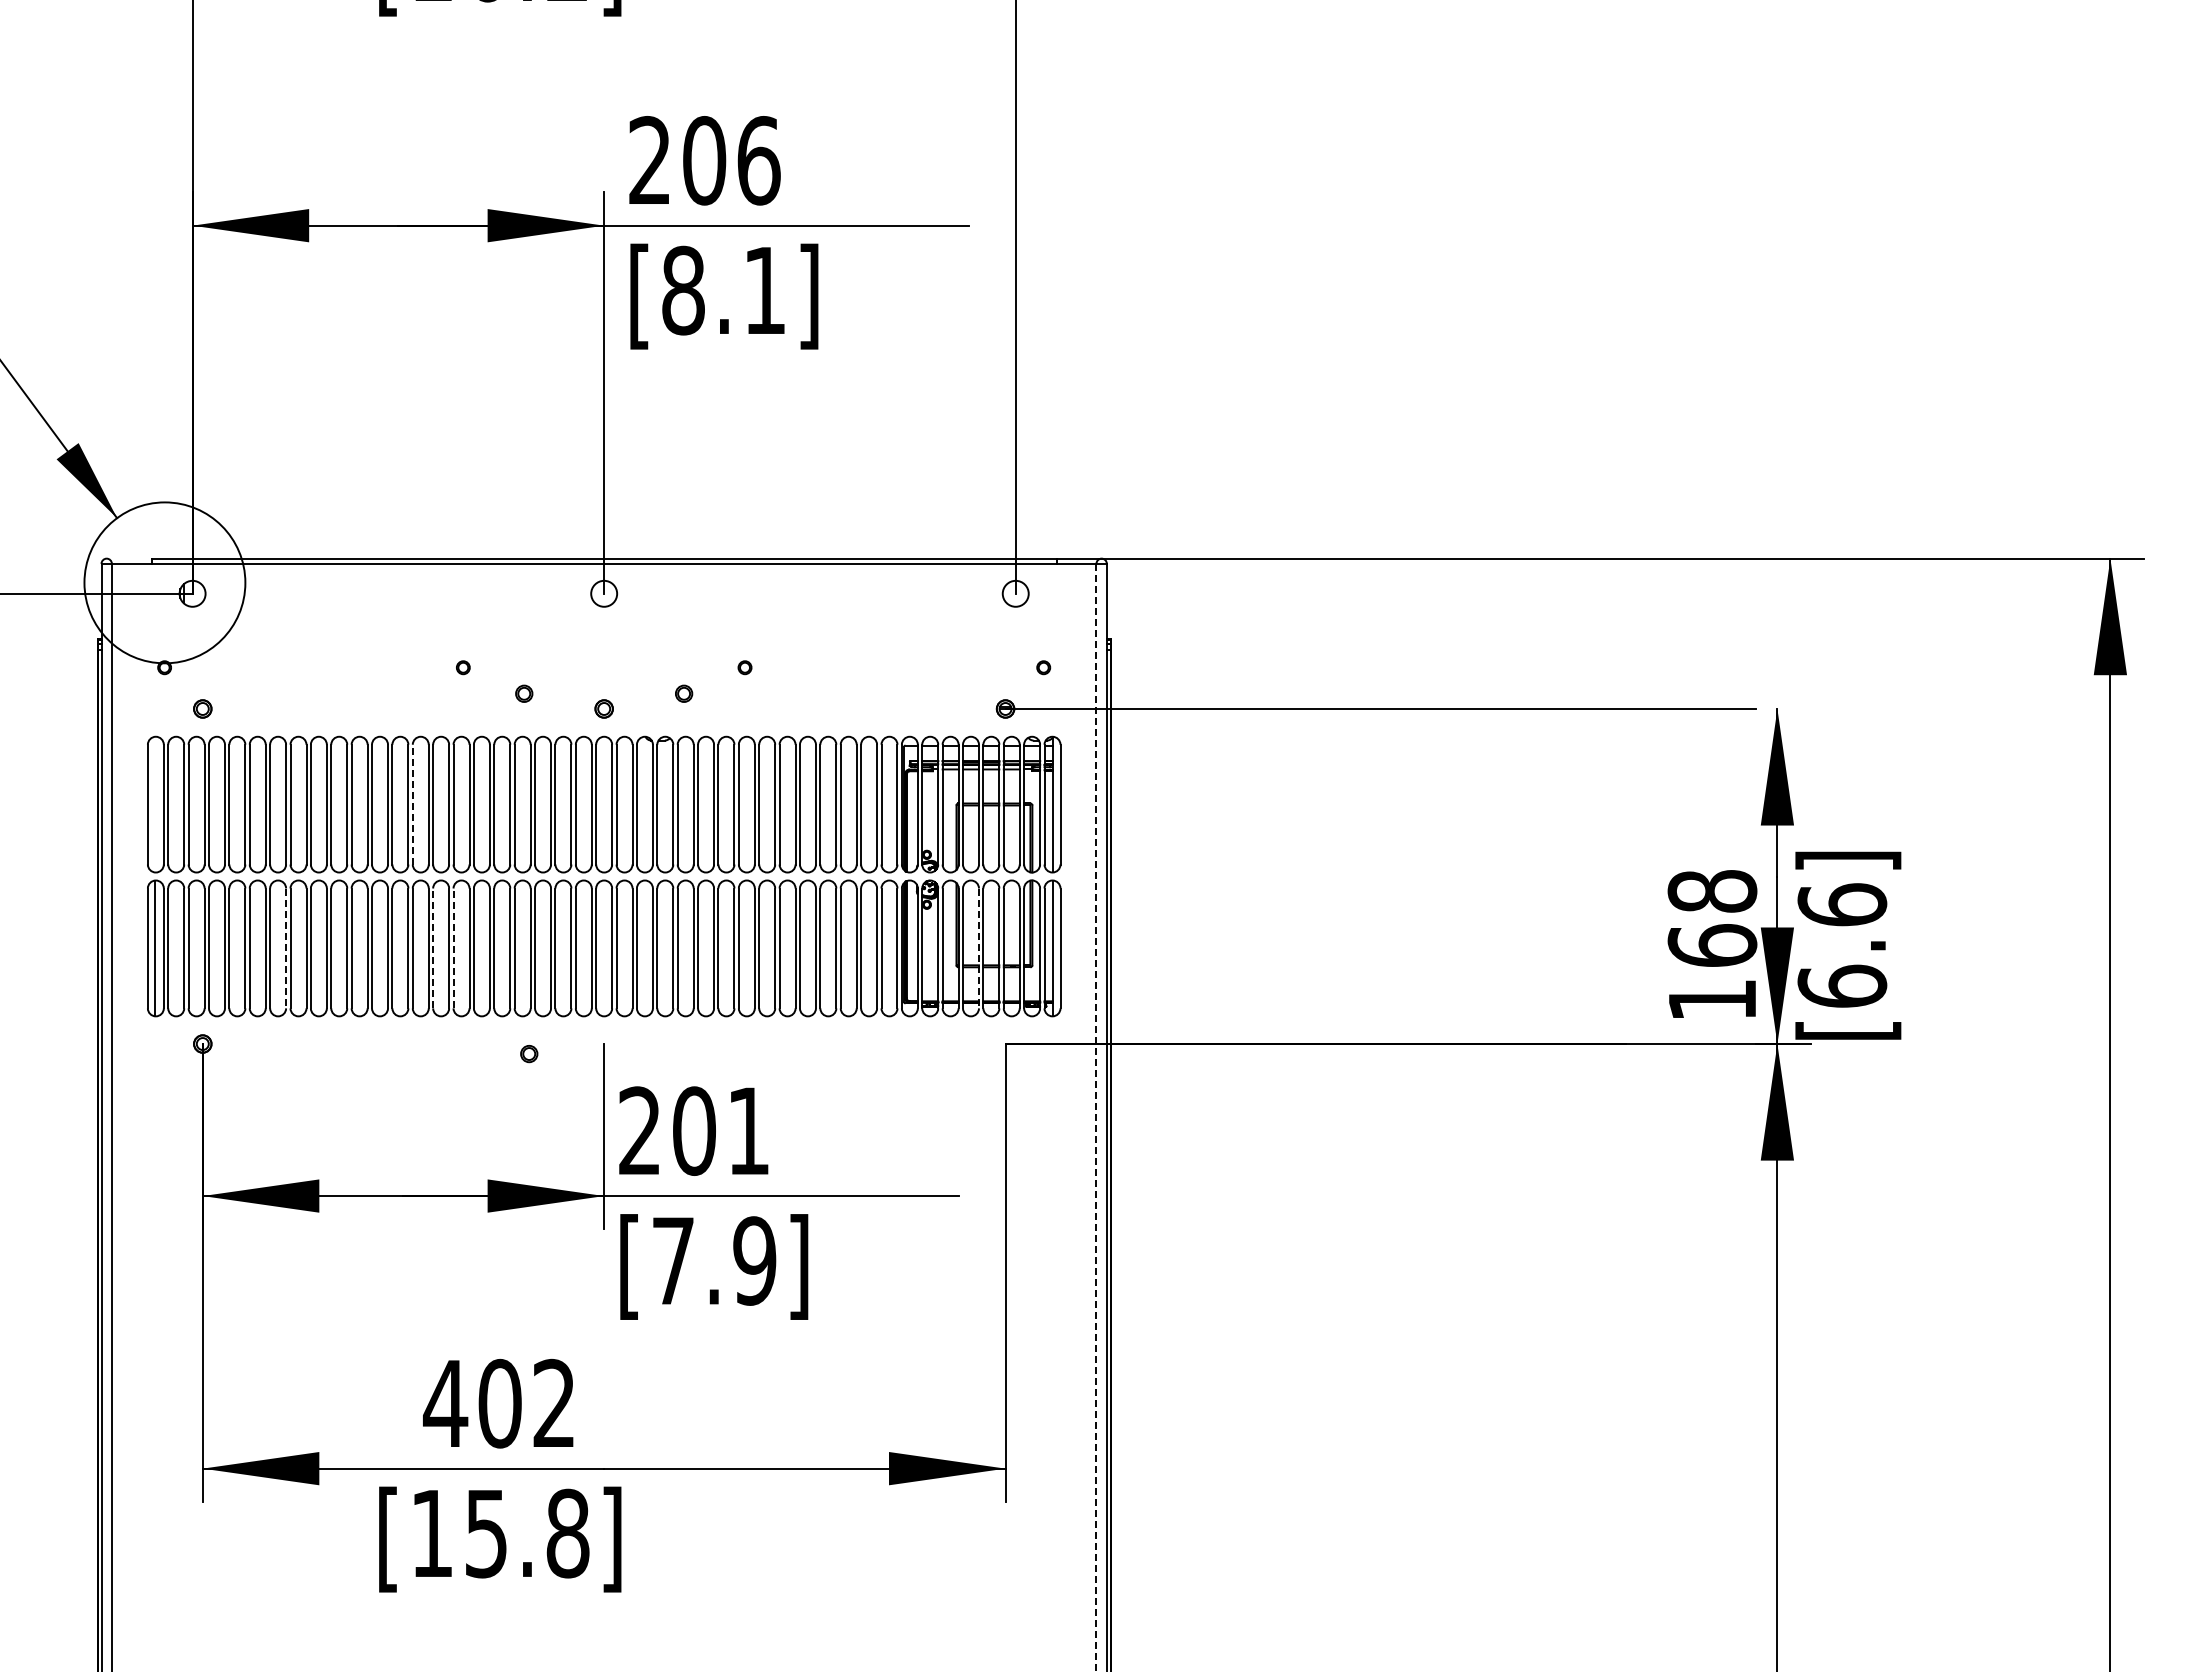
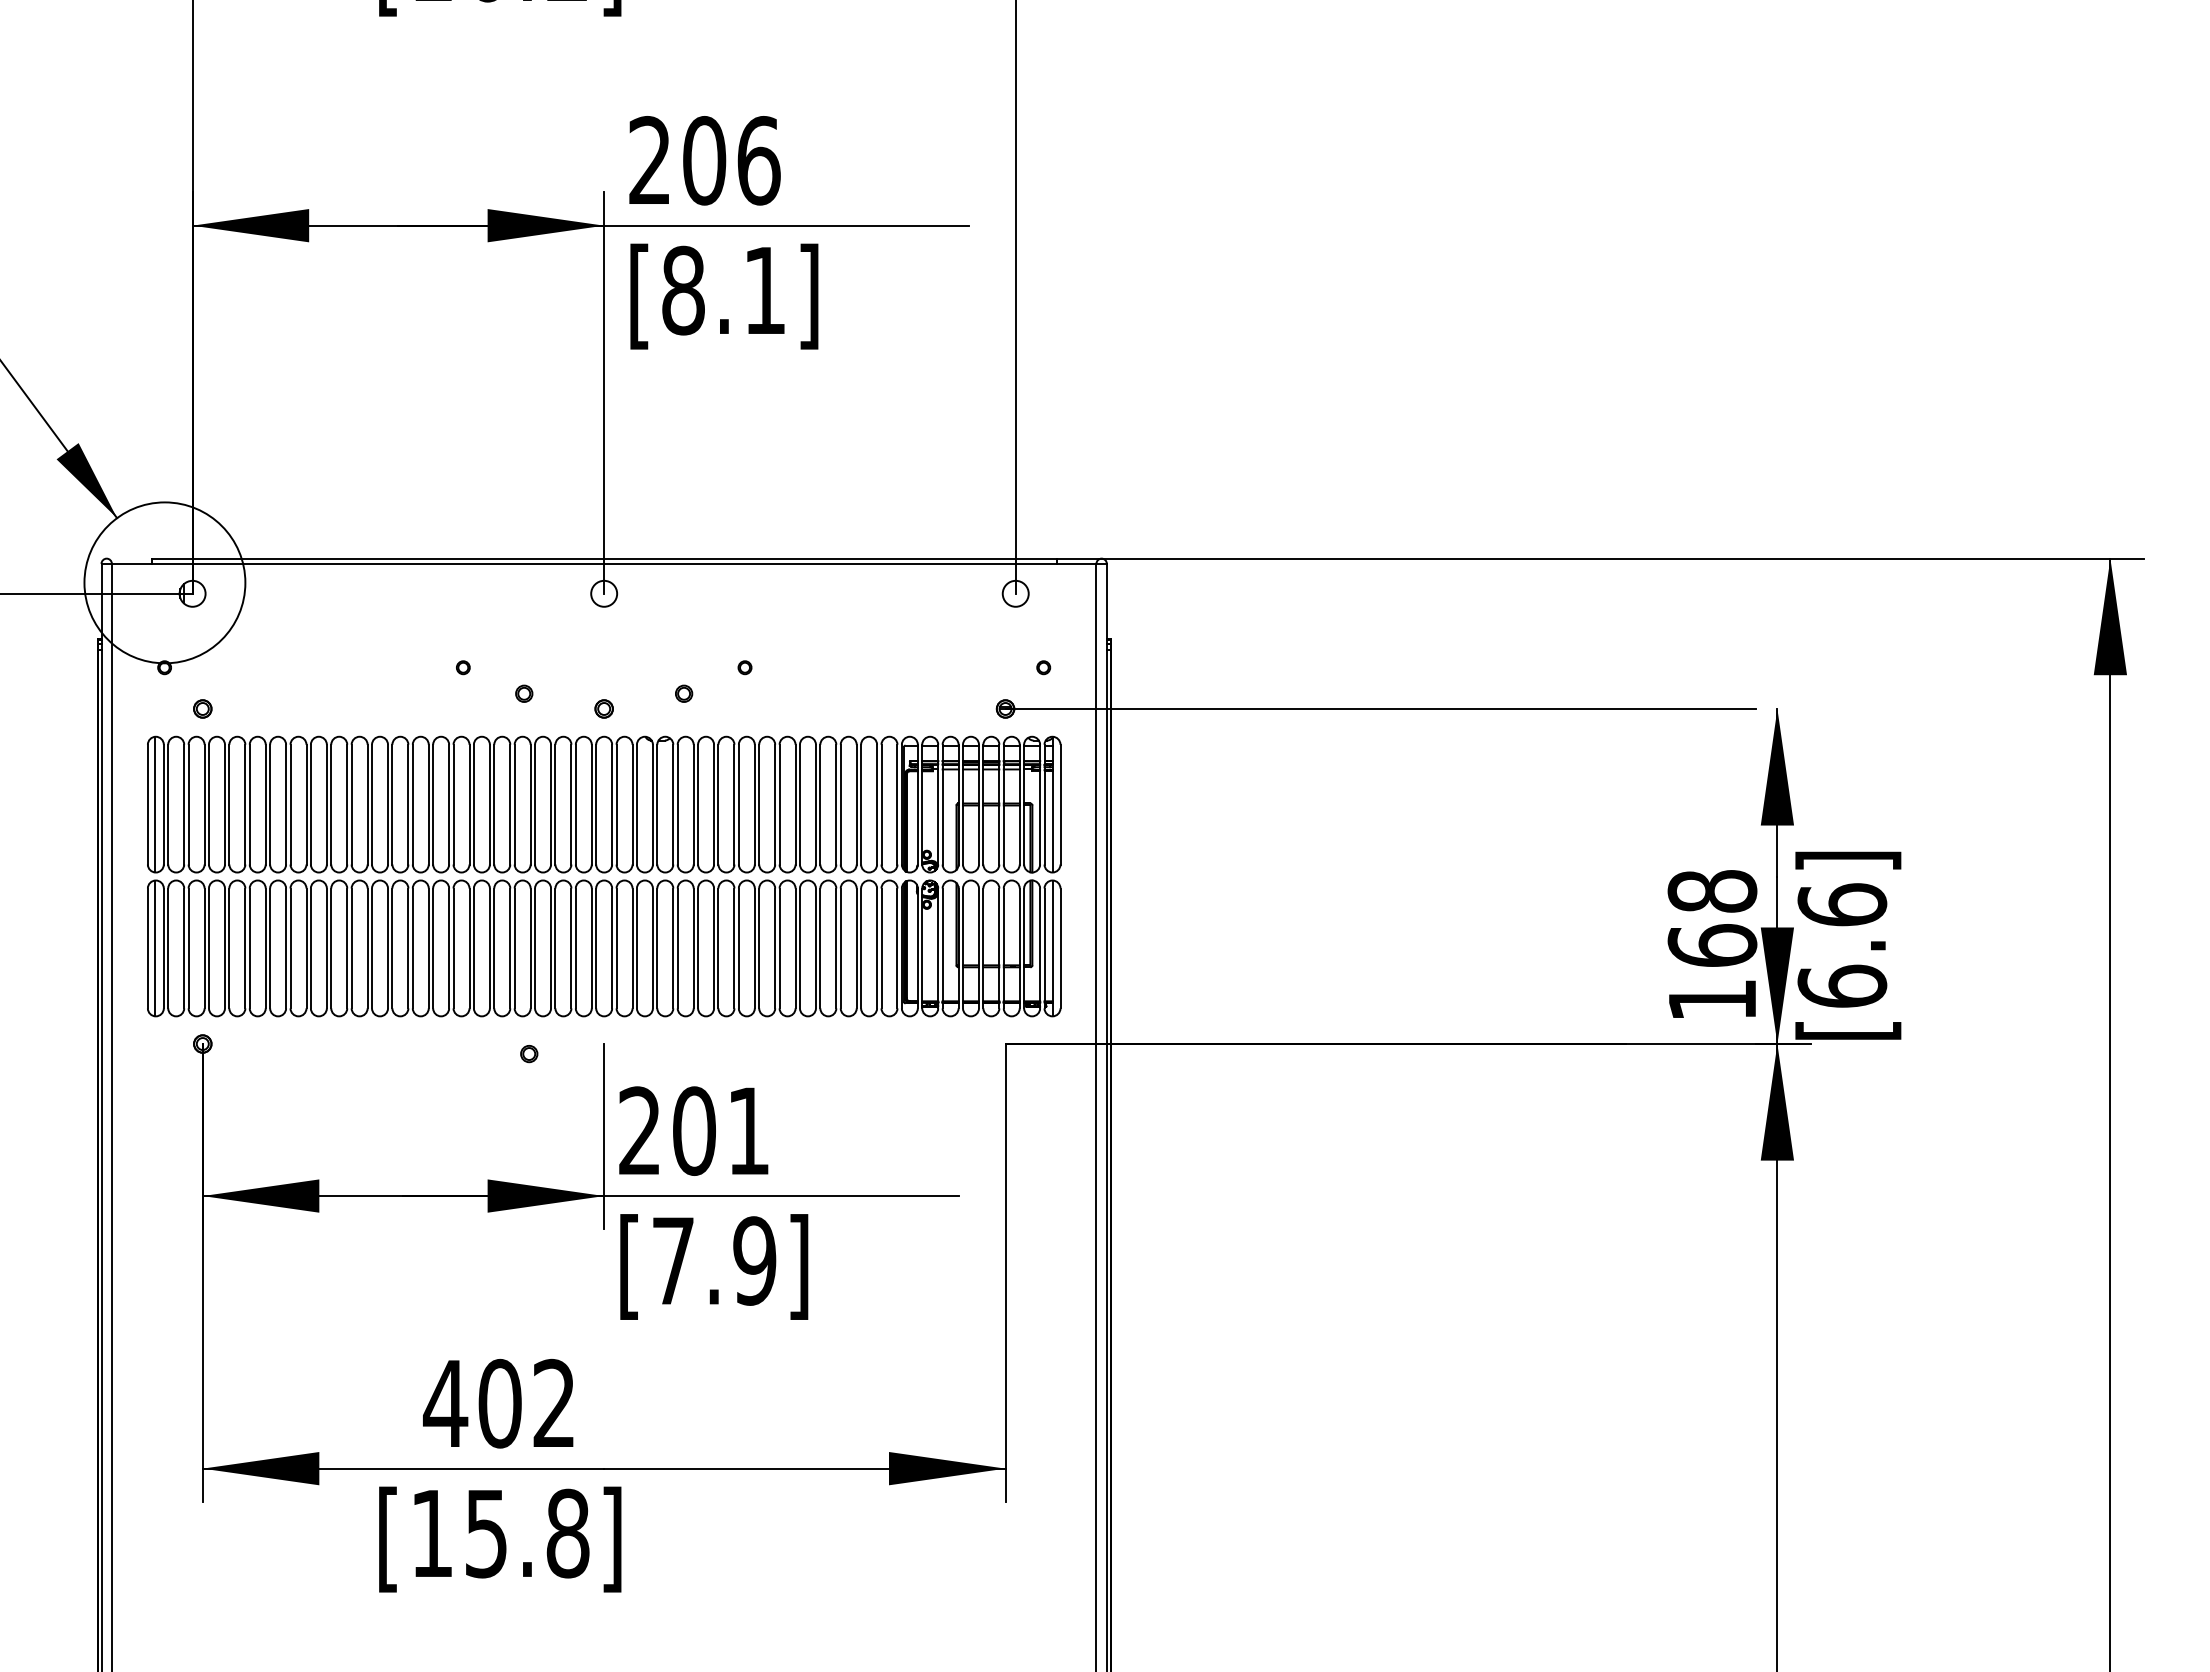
line at (155, 804): none -> present
line at (412, 804): dashed -> solid
line at (286, 948): dashed -> solid
line at (433, 948): dashed -> solid
line at (453, 948): dashed -> solid
line at (978, 948): dashed -> solid
line at (1096, 1117): dashed -> solid
